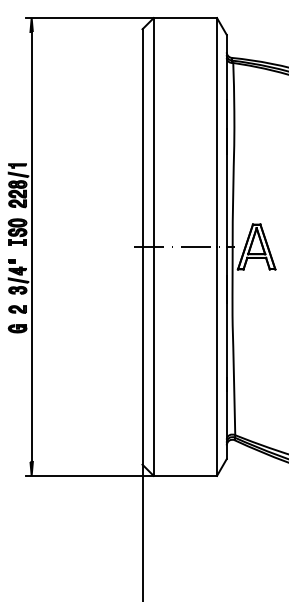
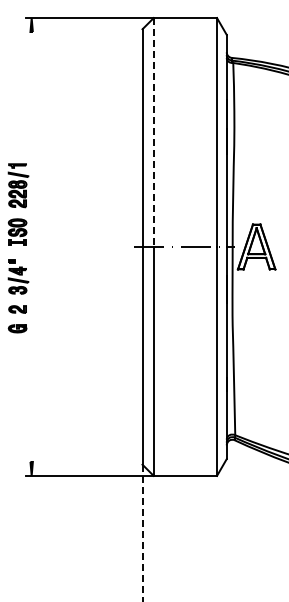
line at (153, 133): solid -> dashed
line at (31, 246): present -> none
line at (142, 533): solid -> dashed
